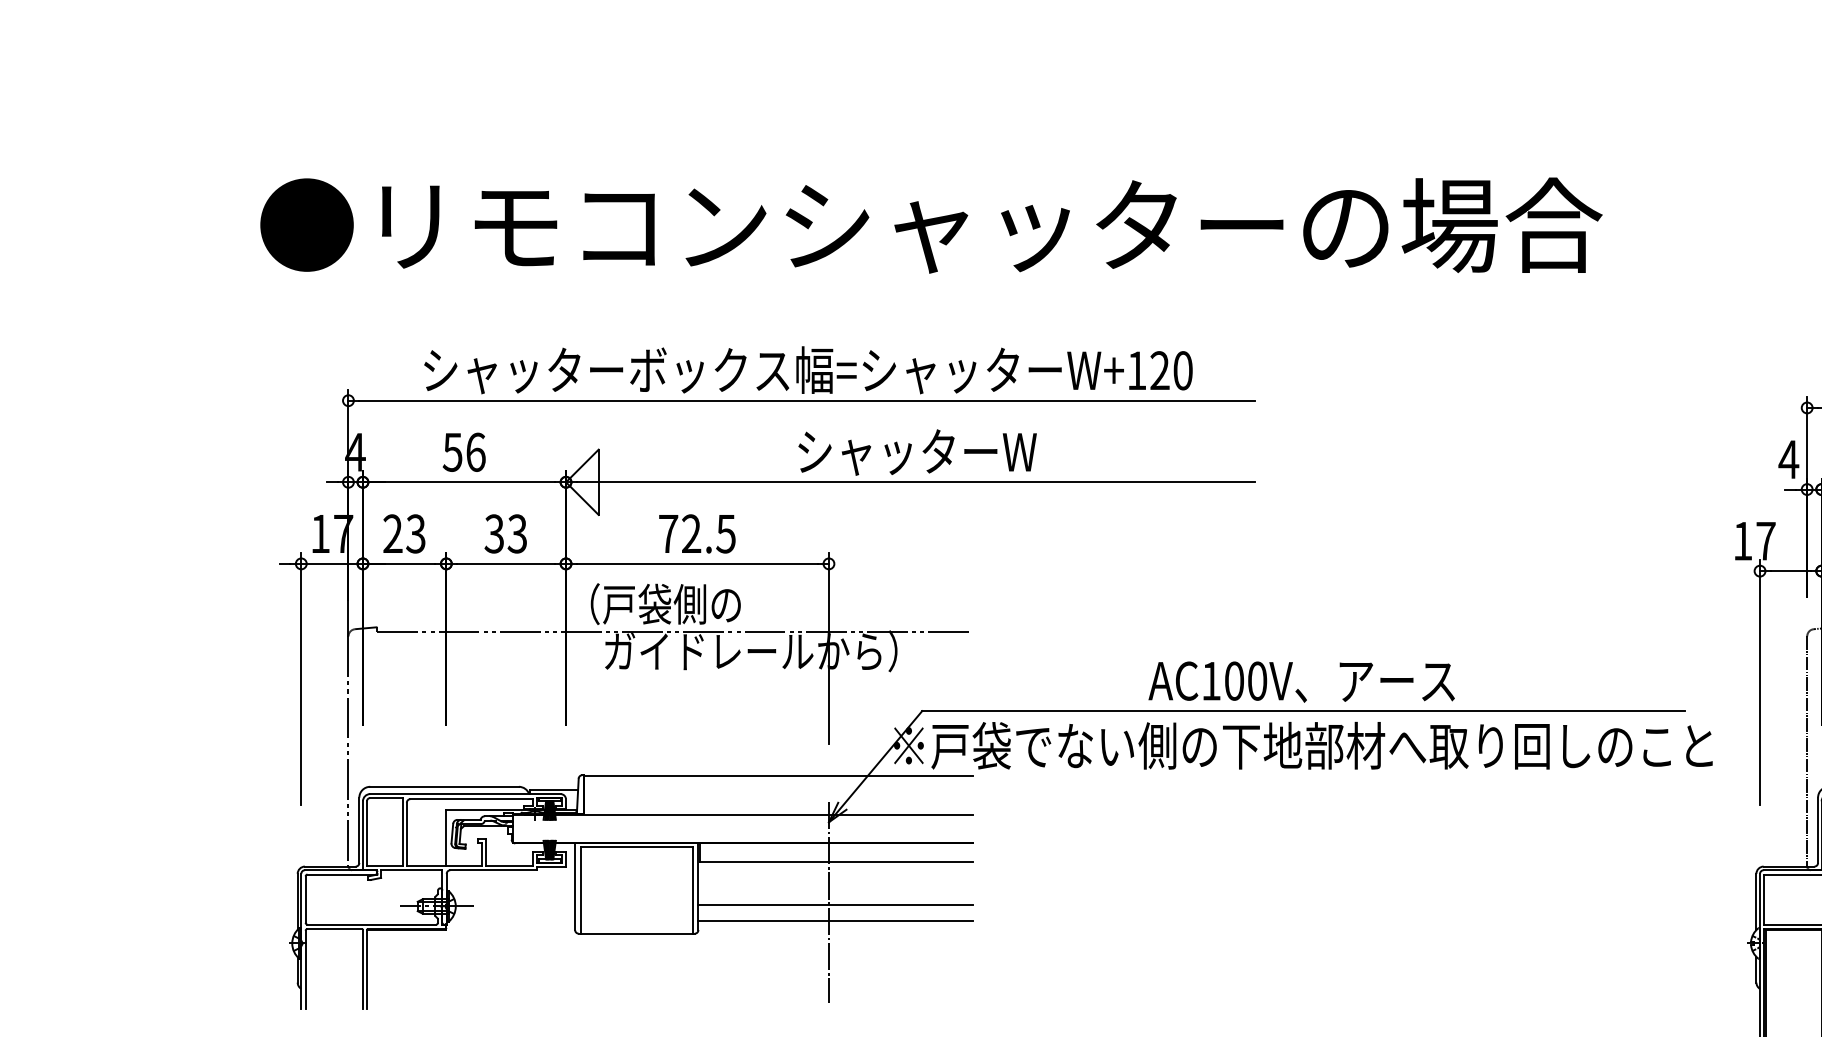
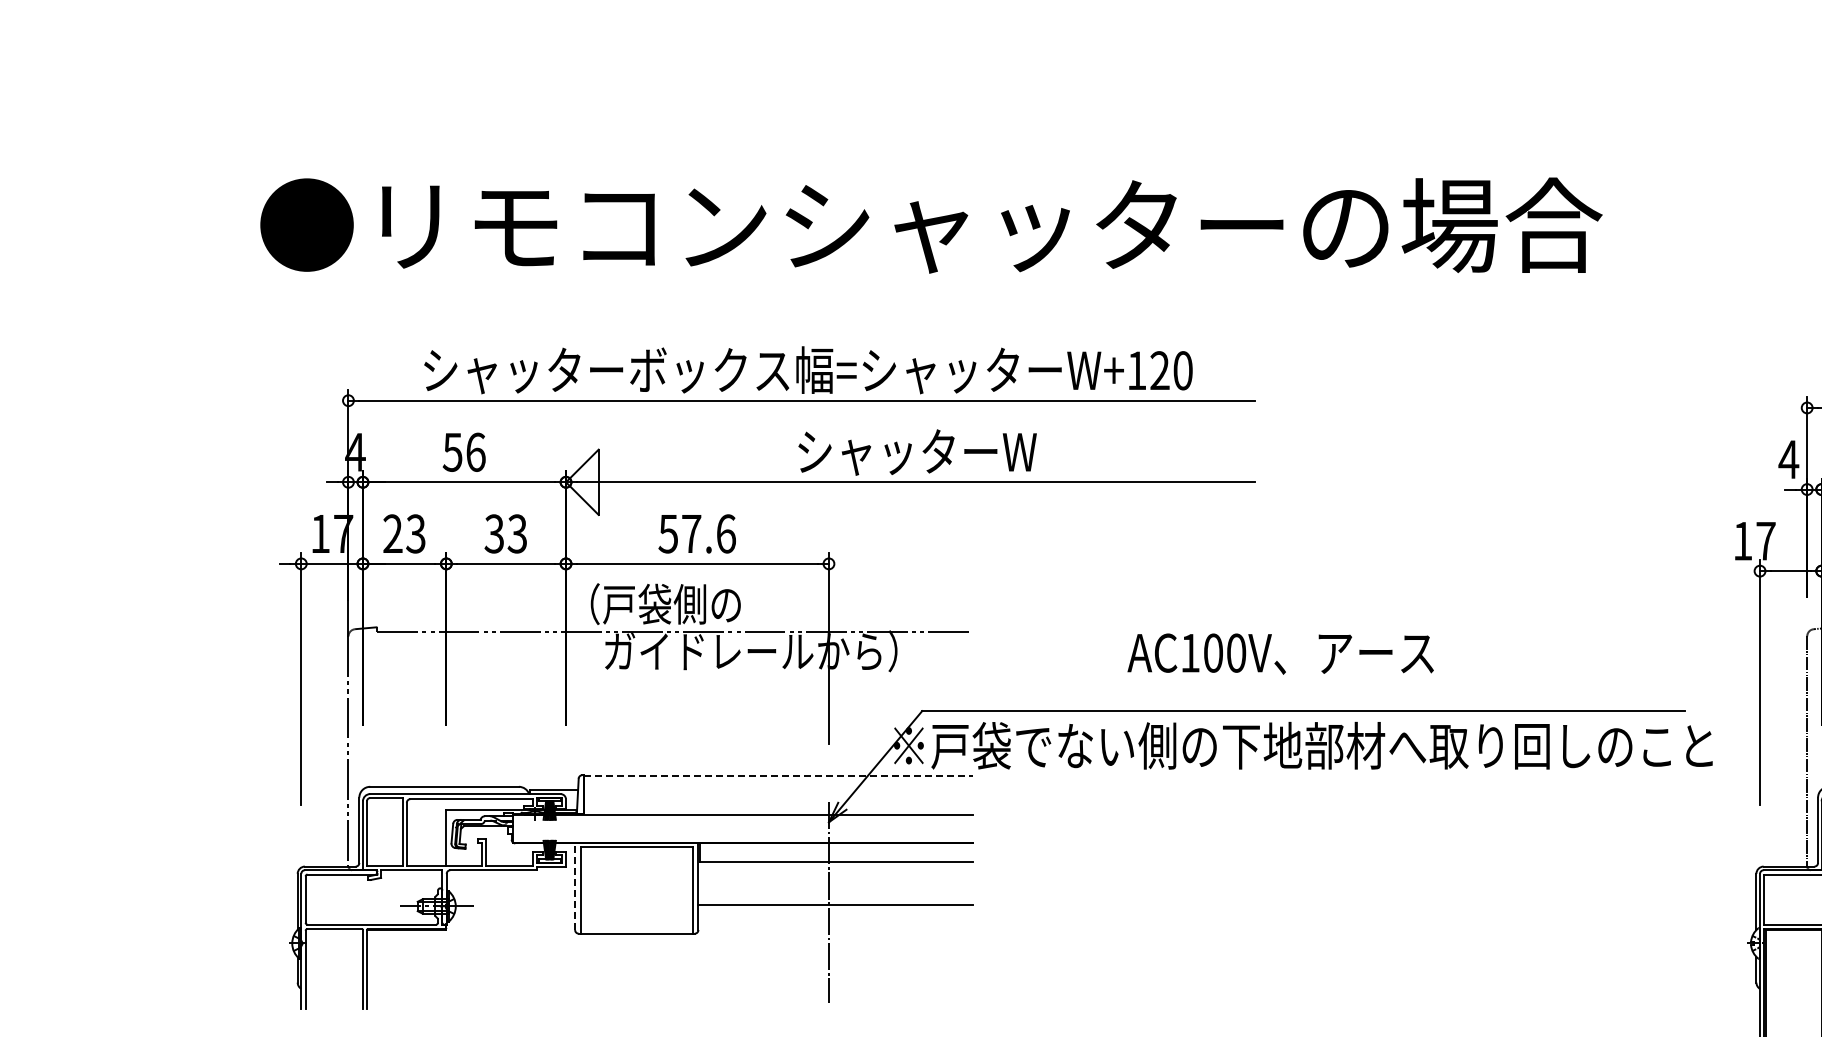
text at (696, 533): 72.5 -> 57.6
text at (1301, 681) position: (1301, 681) -> (1280, 653)
line at (778, 776): solid -> dashed
line at (575, 886): solid -> dashed
line at (835, 921): present -> none
